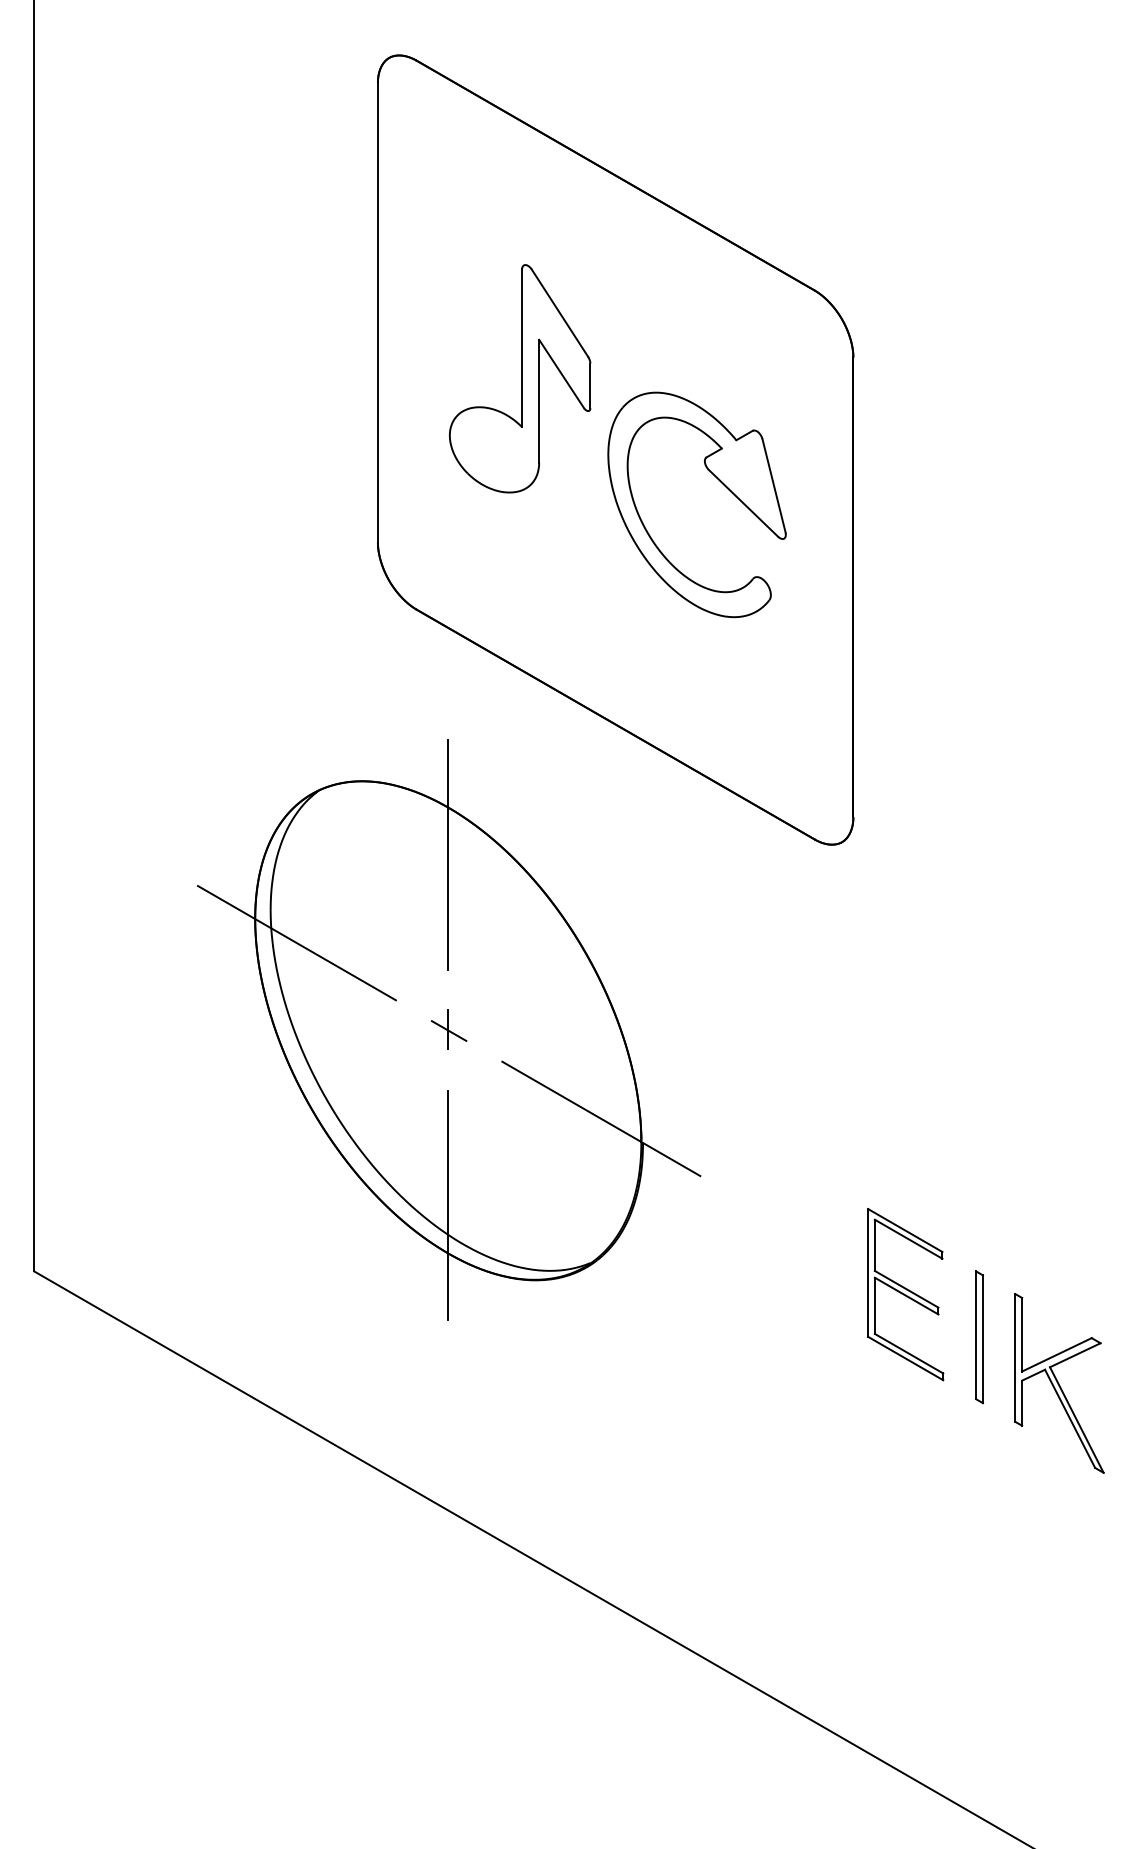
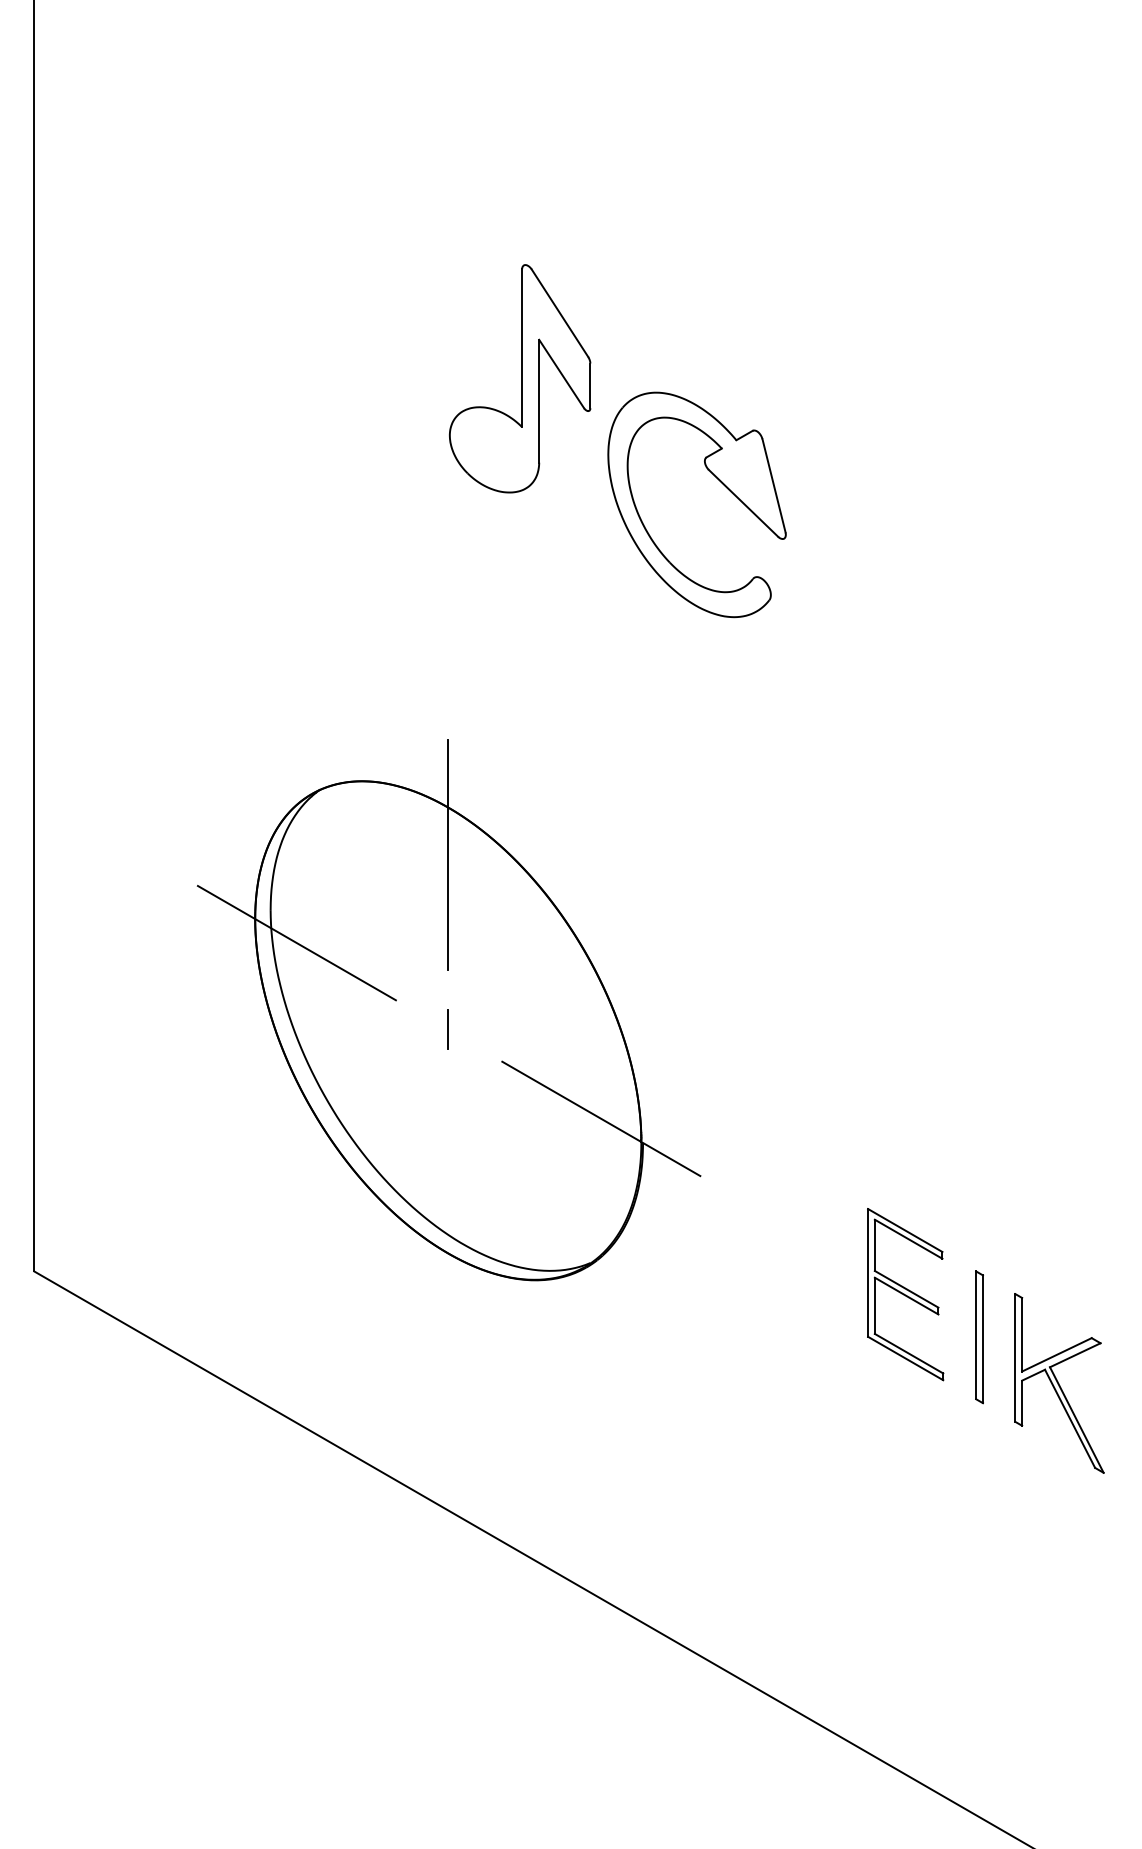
part at (615, 449): present -> none
line at (448, 1030): present -> none
line at (448, 1204): present -> none
